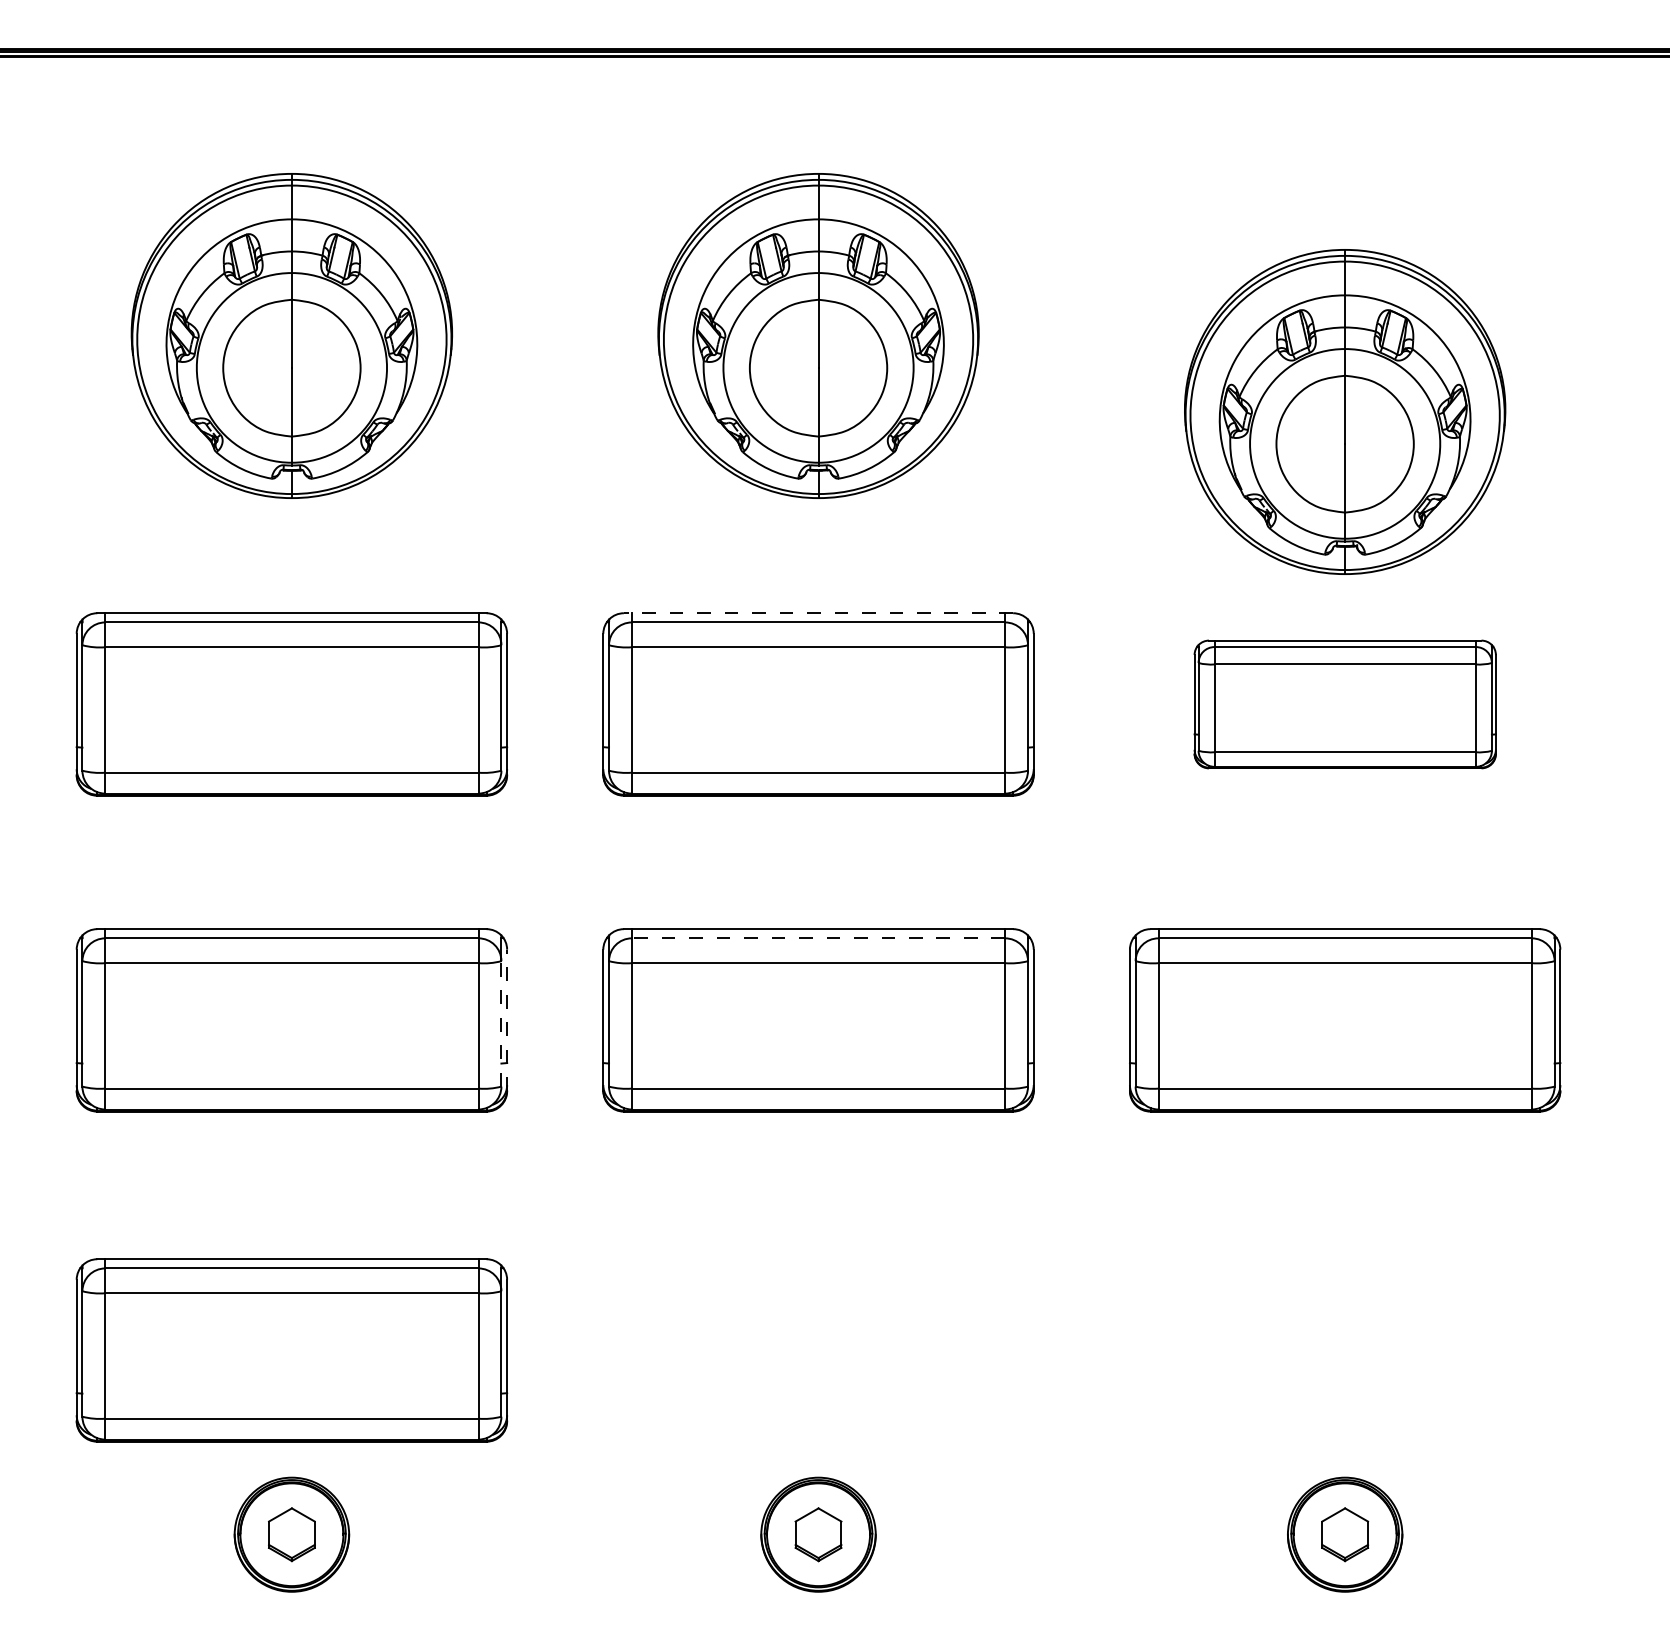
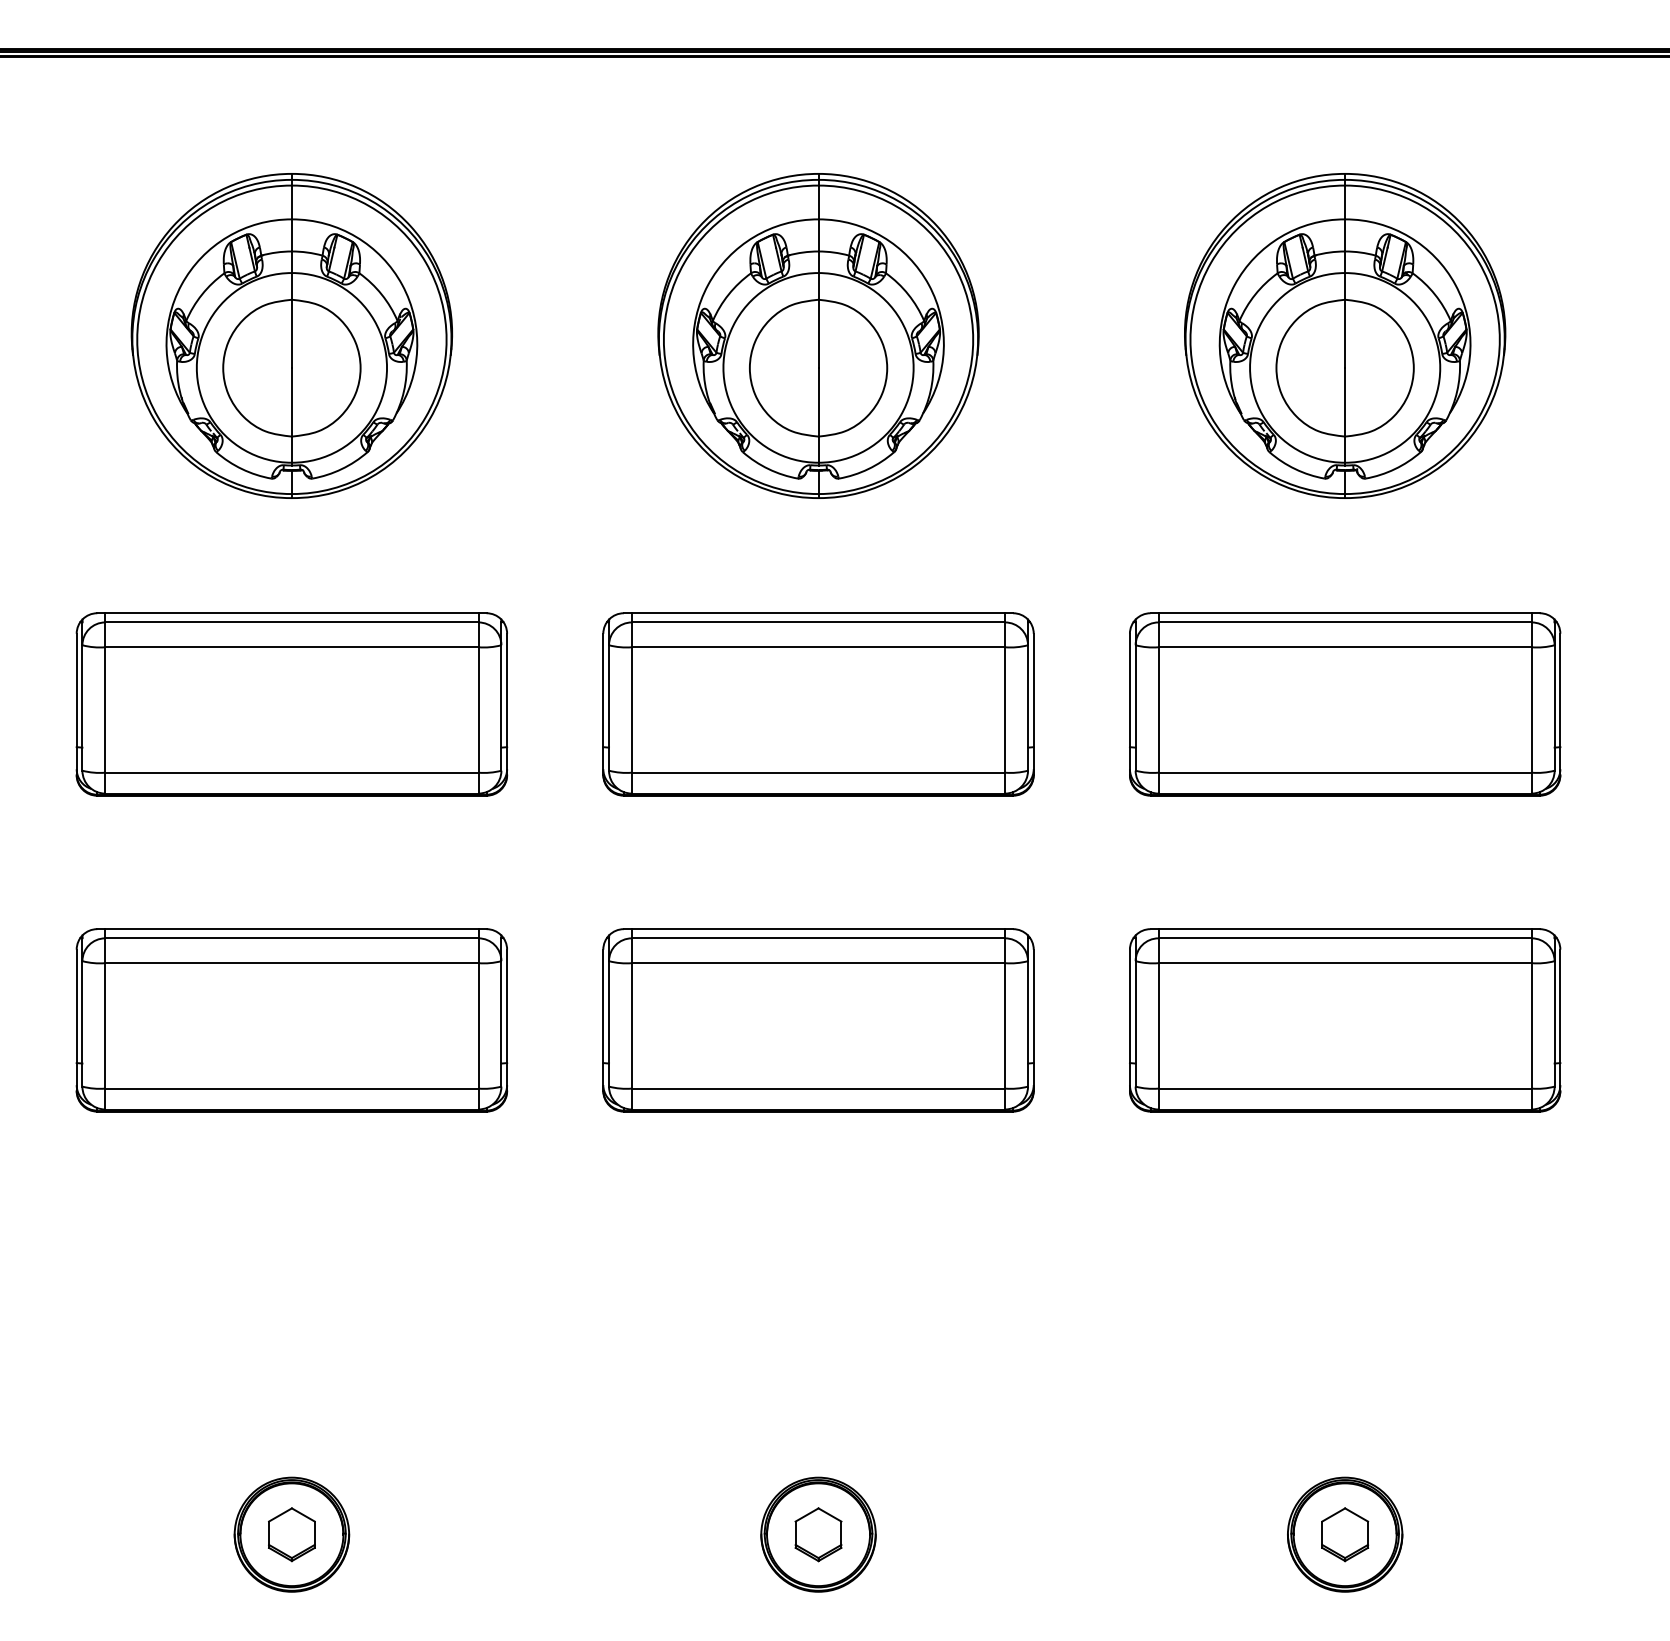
part at (1345, 411) position: (1345, 411) -> (1345, 335)
line at (818, 613): dashed -> solid
part at (1344, 704) size: 304x131 px -> 433x185 px
line at (818, 938): dashed -> solid
line at (507, 1020): dashed -> solid
line at (501, 1023): dashed -> solid
part at (291, 1350): present -> none
